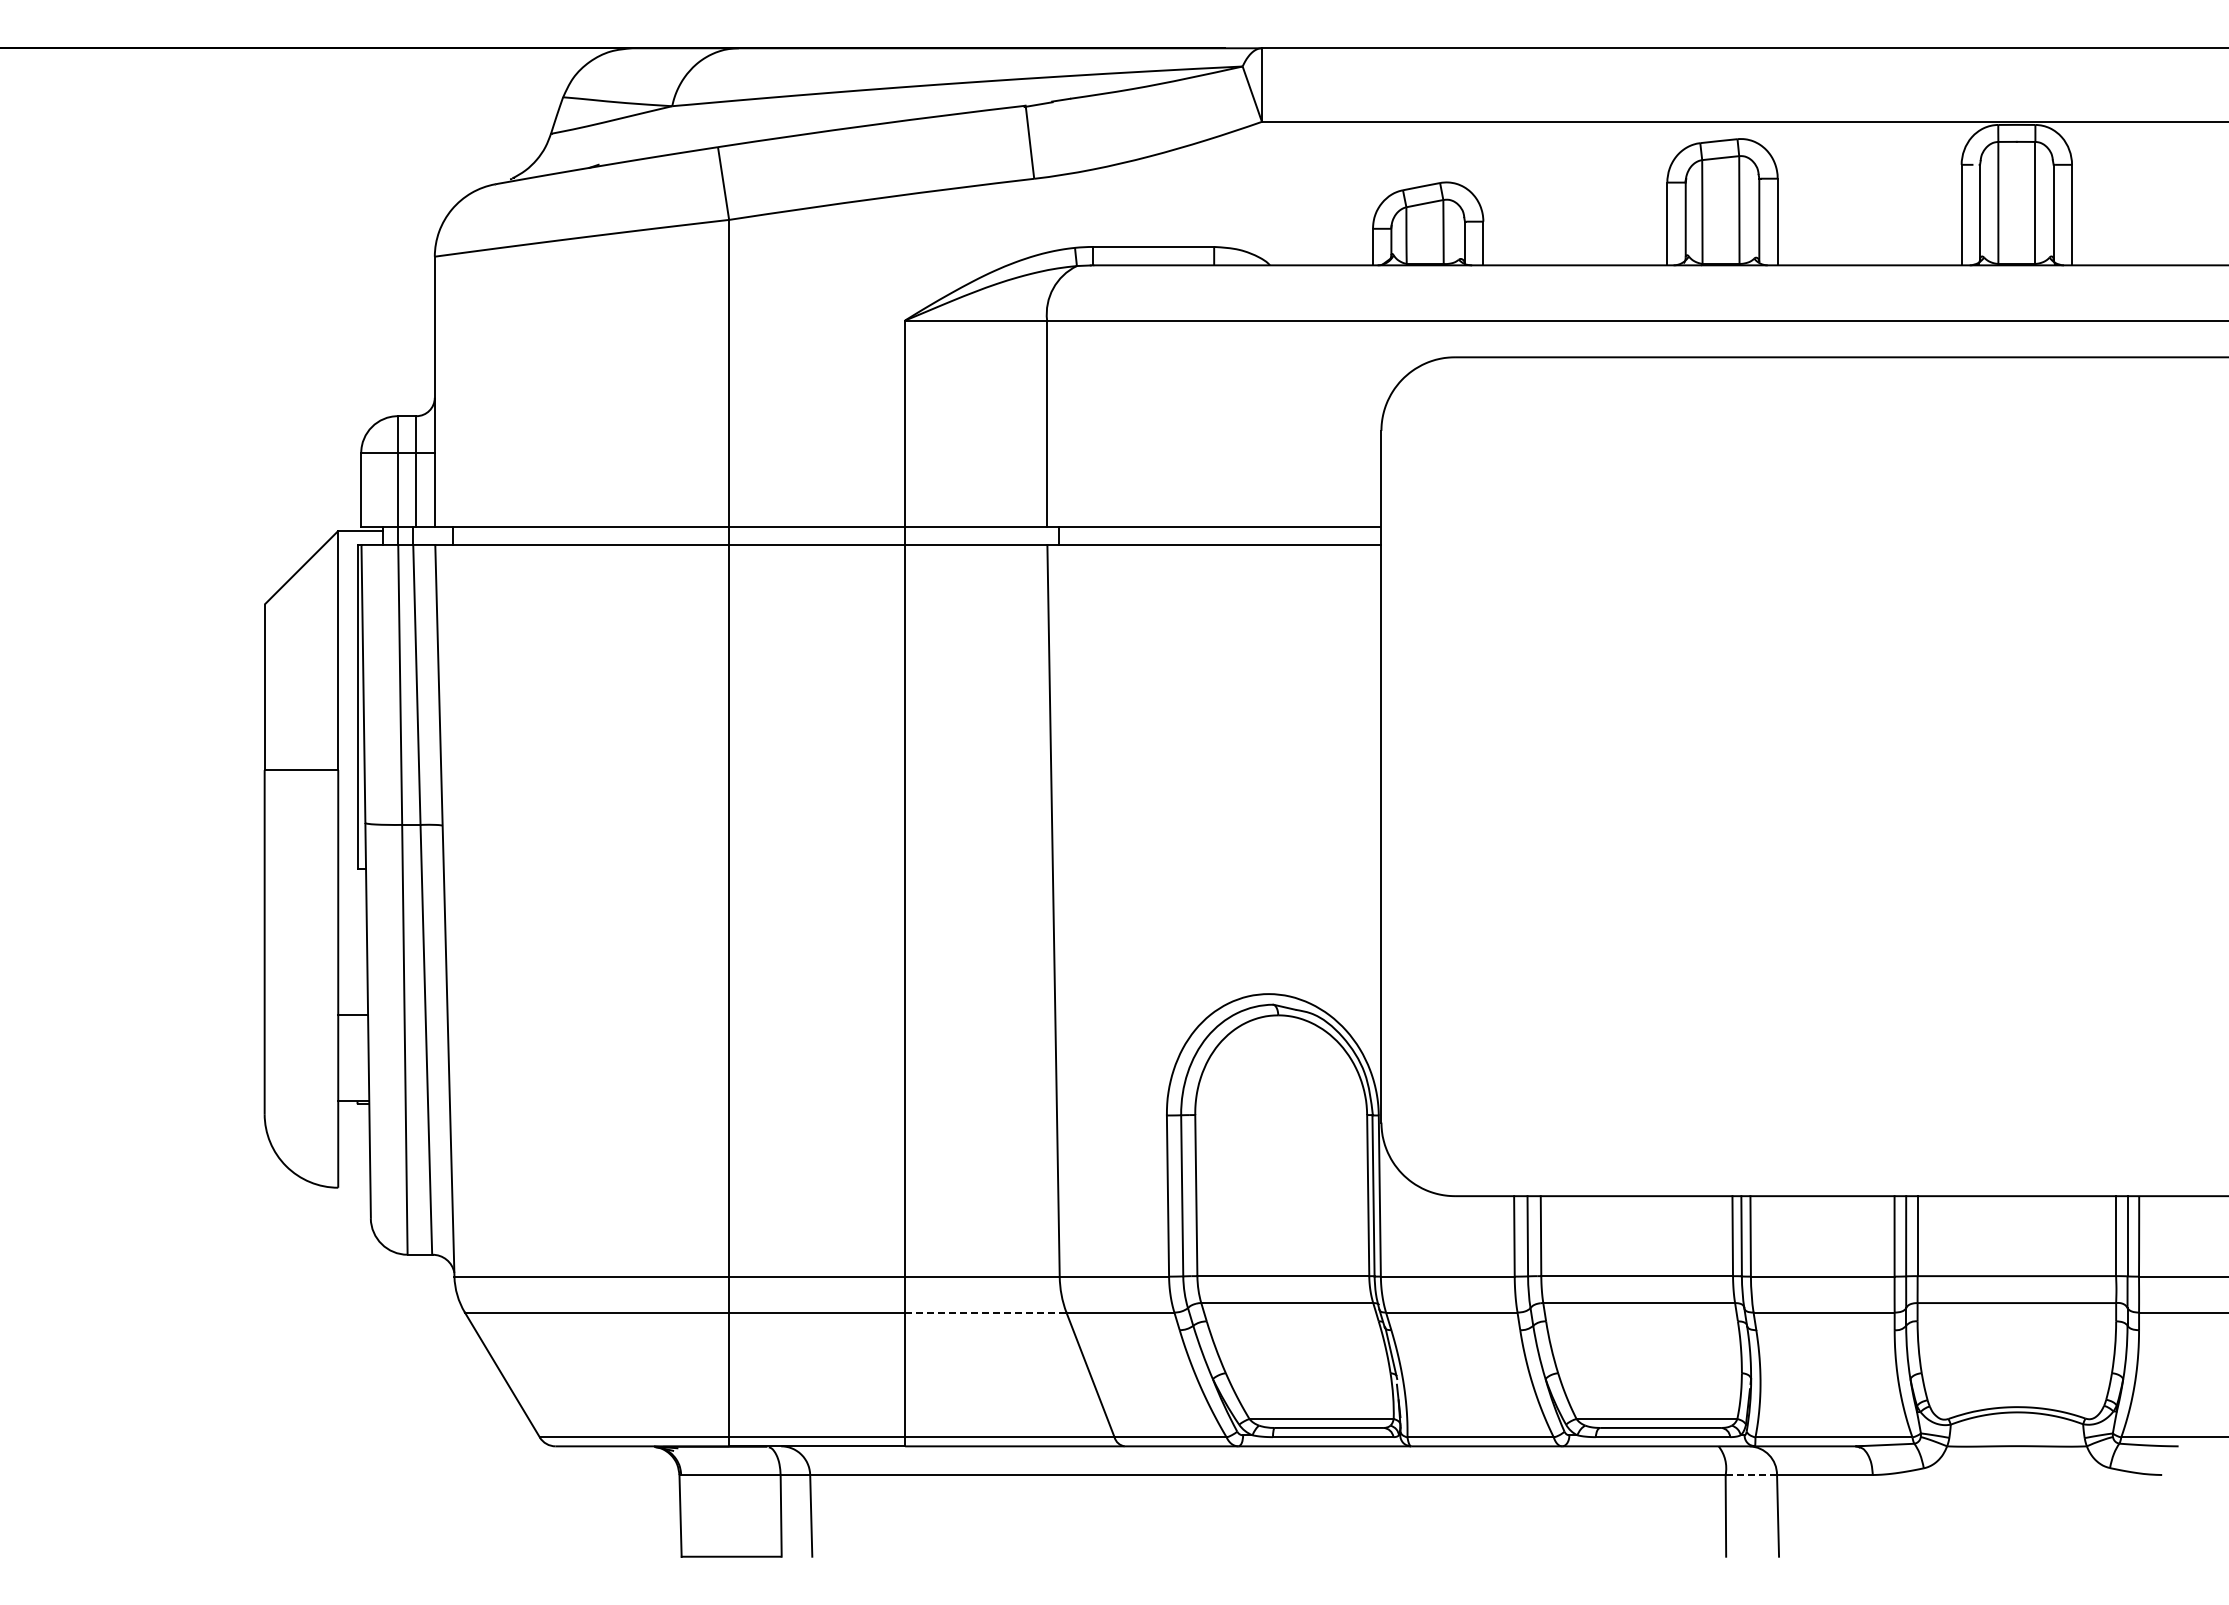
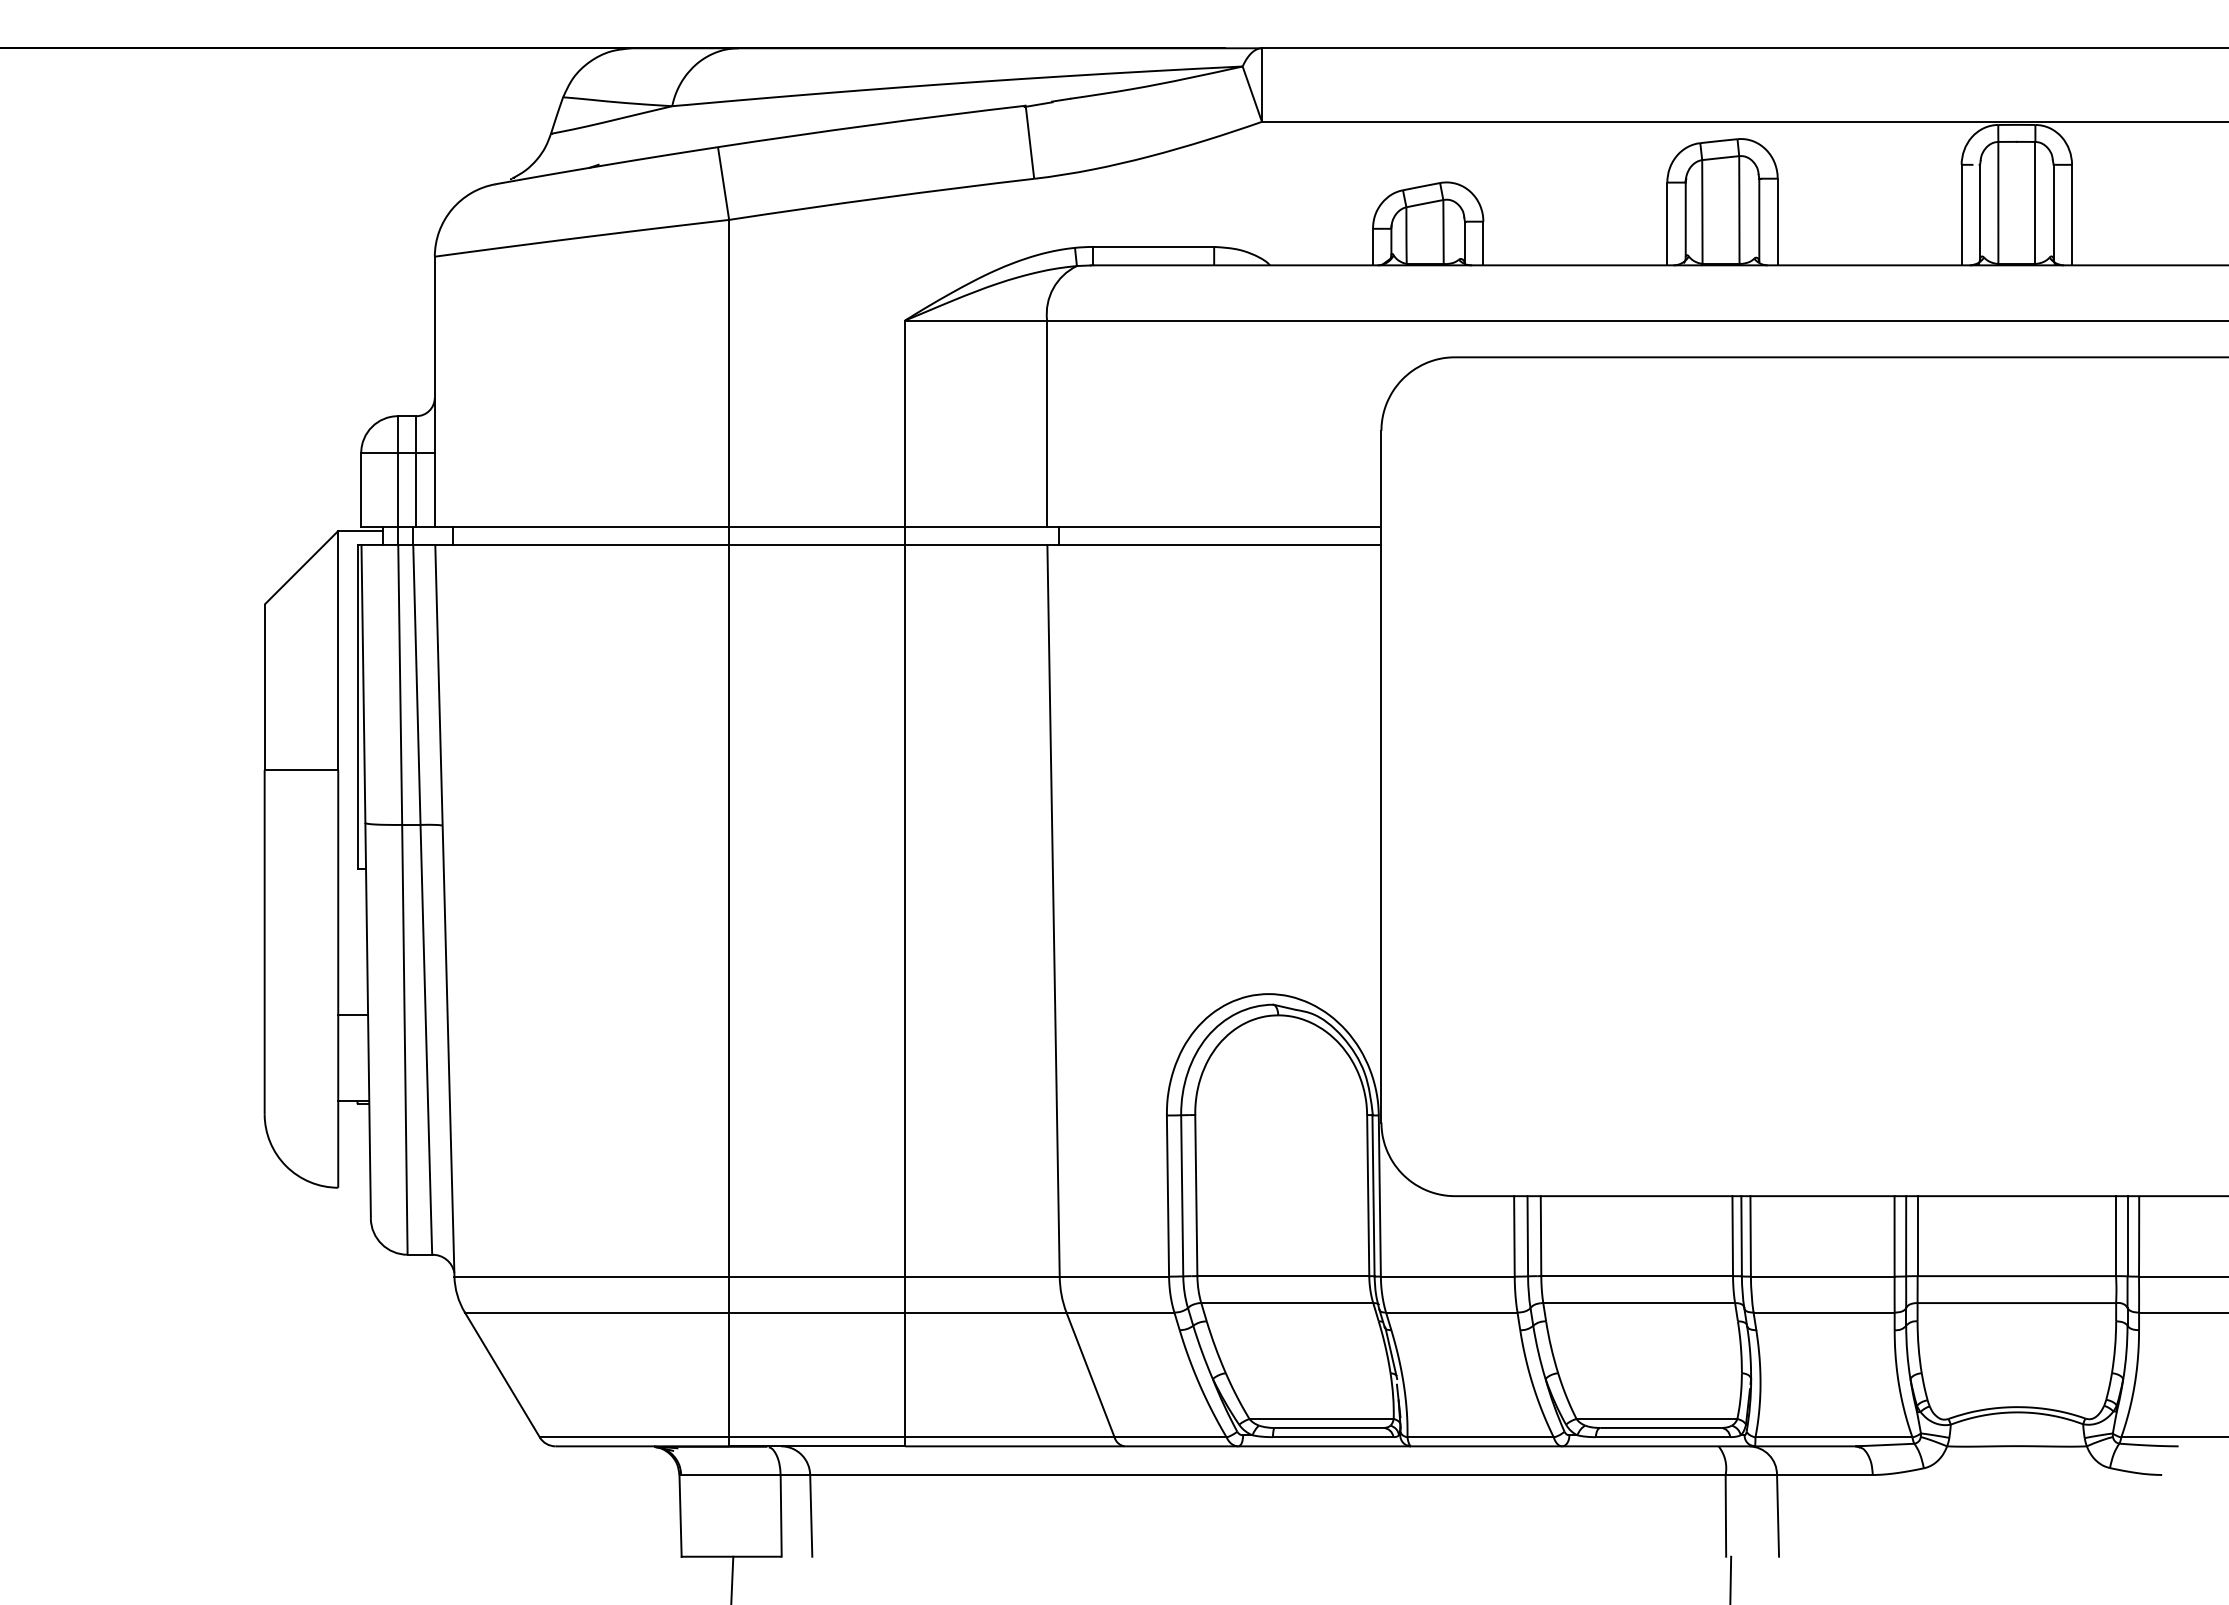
line at (985, 1312): dashed -> solid
line at (1751, 1475): dashed -> solid
line at (732, 1578): none -> present
line at (1730, 1578): none -> present
